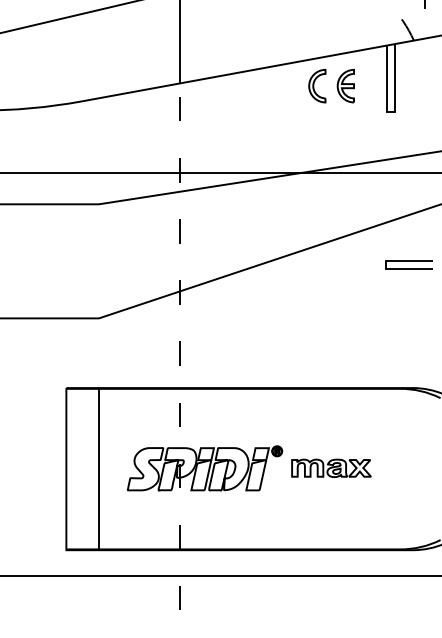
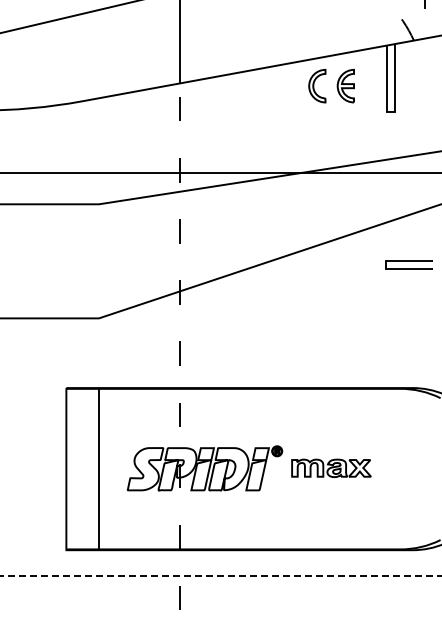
line at (221, 575): solid -> dashed
